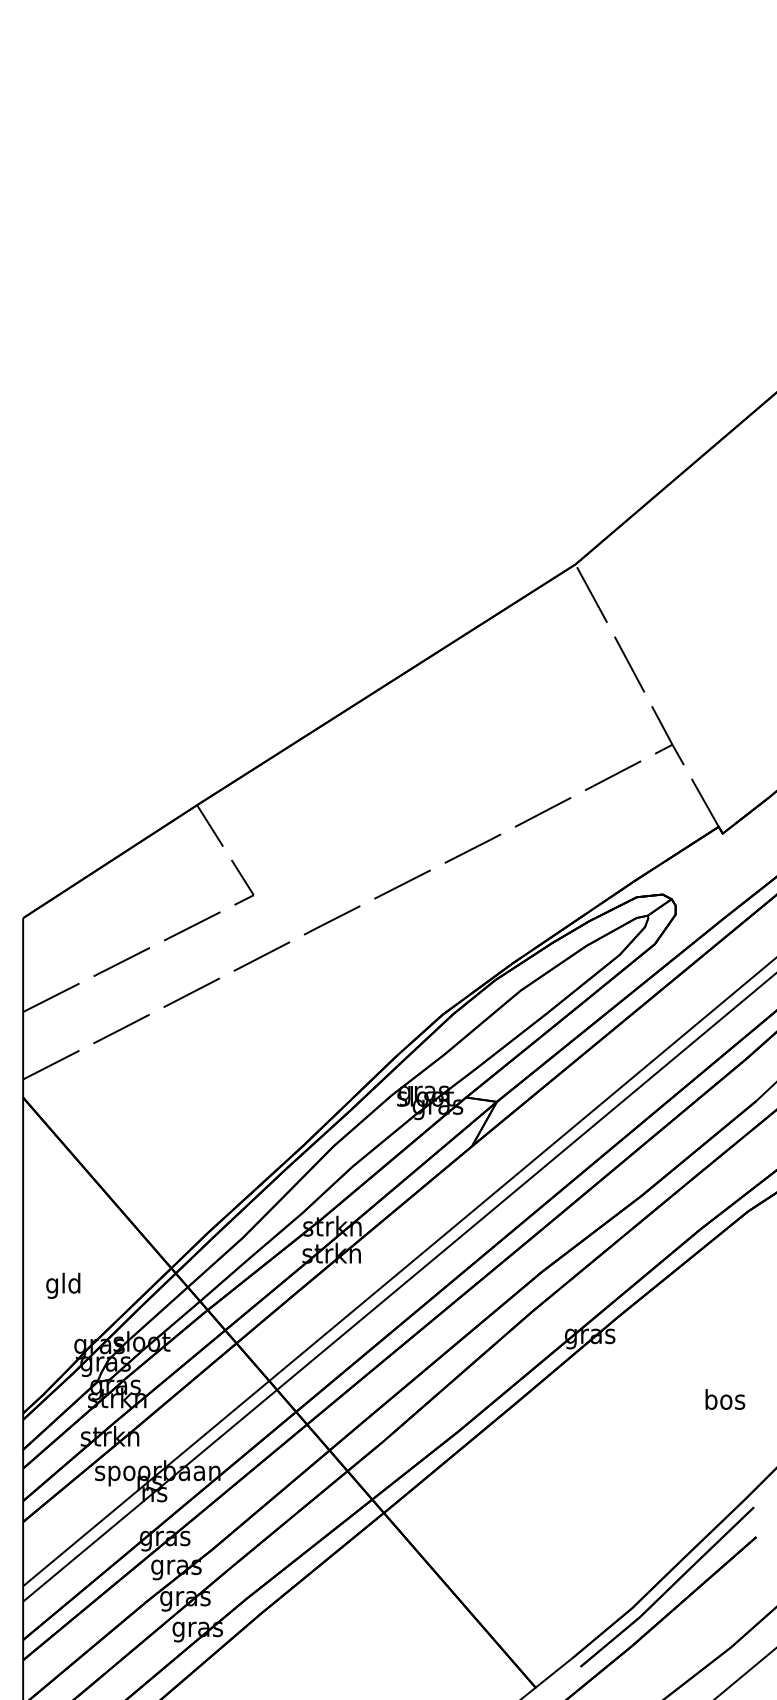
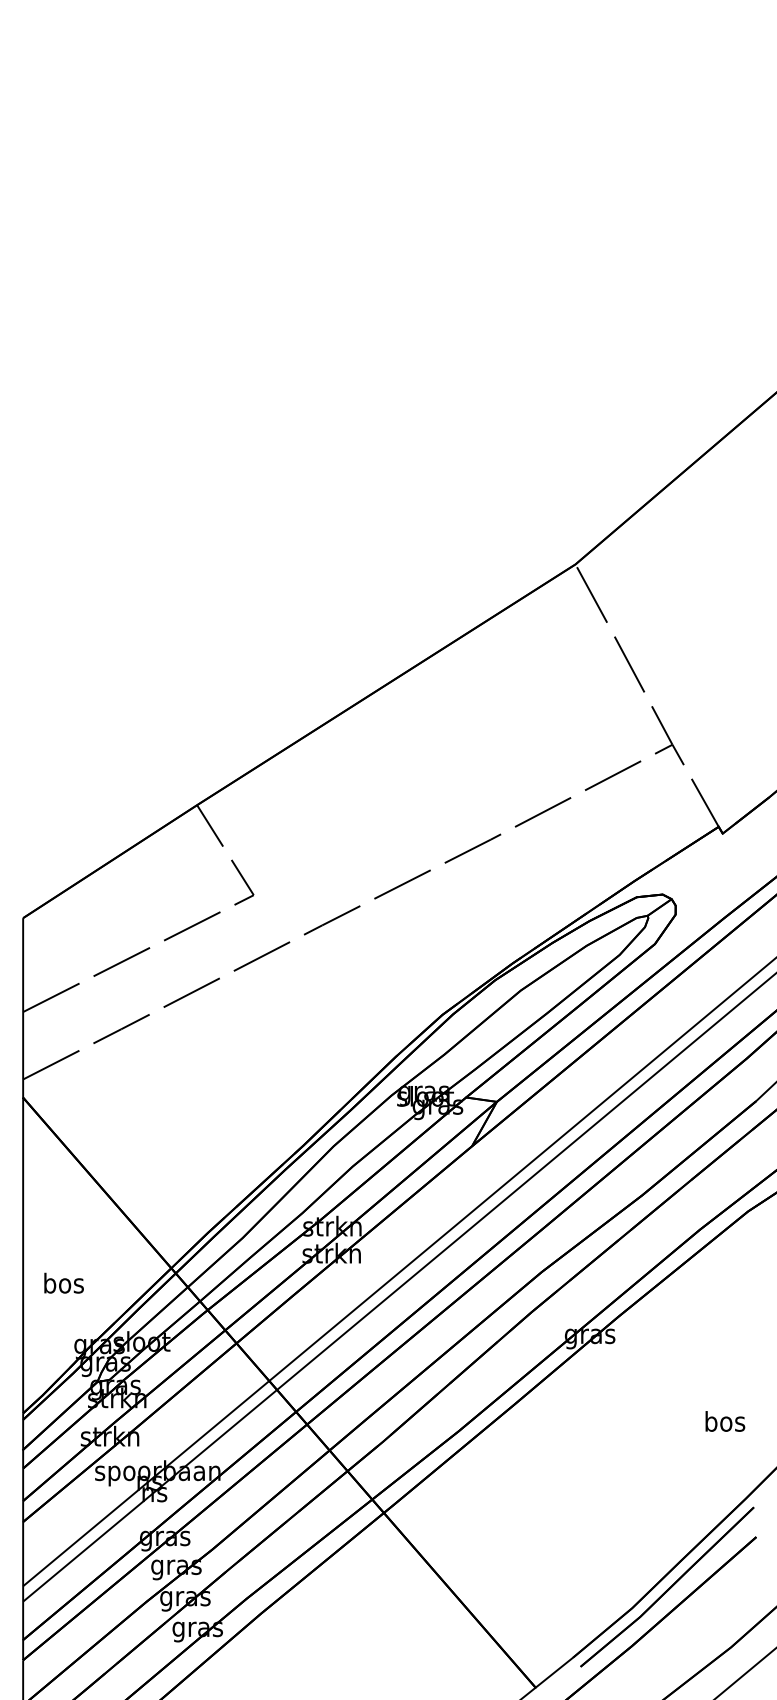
text at (63, 1285): gld -> bos
text at (725, 1399) position: (725, 1399) -> (725, 1421)
